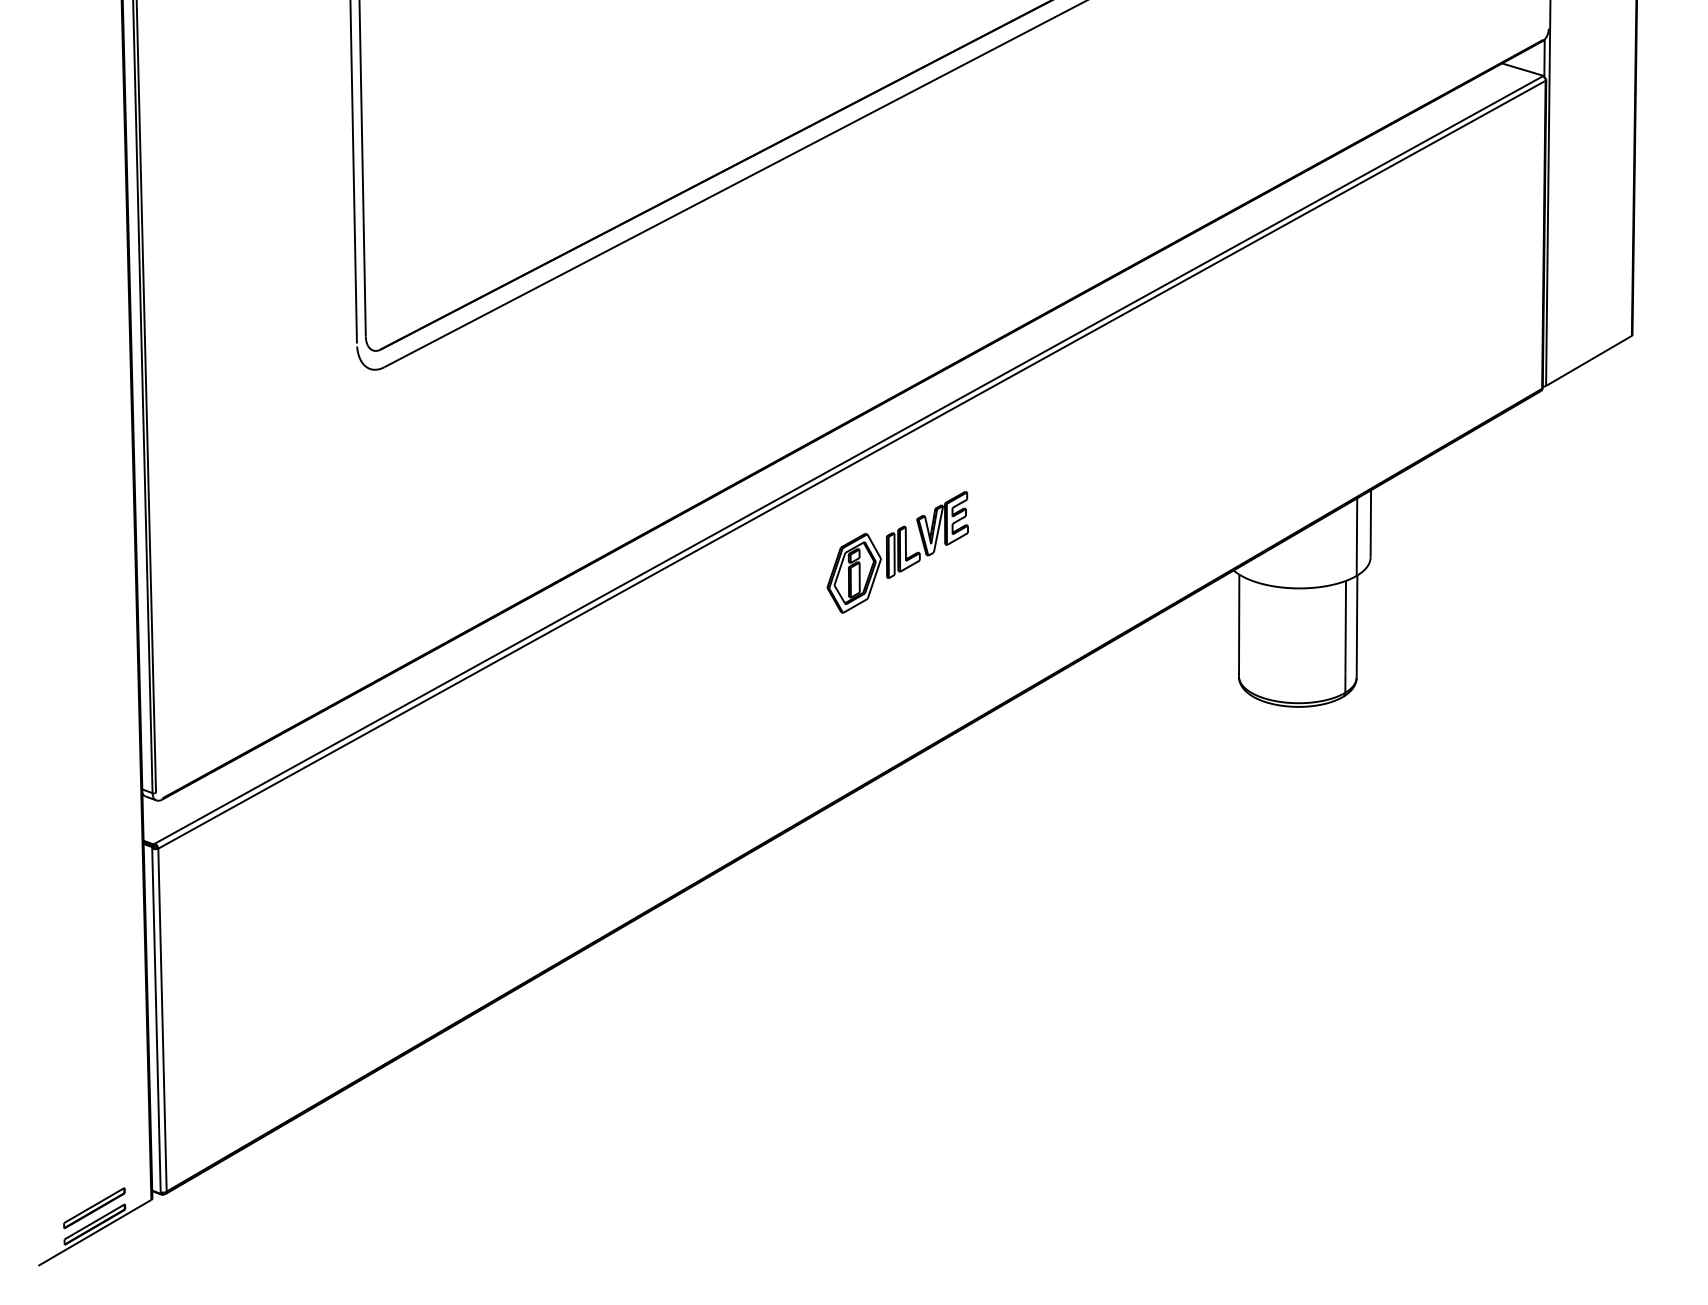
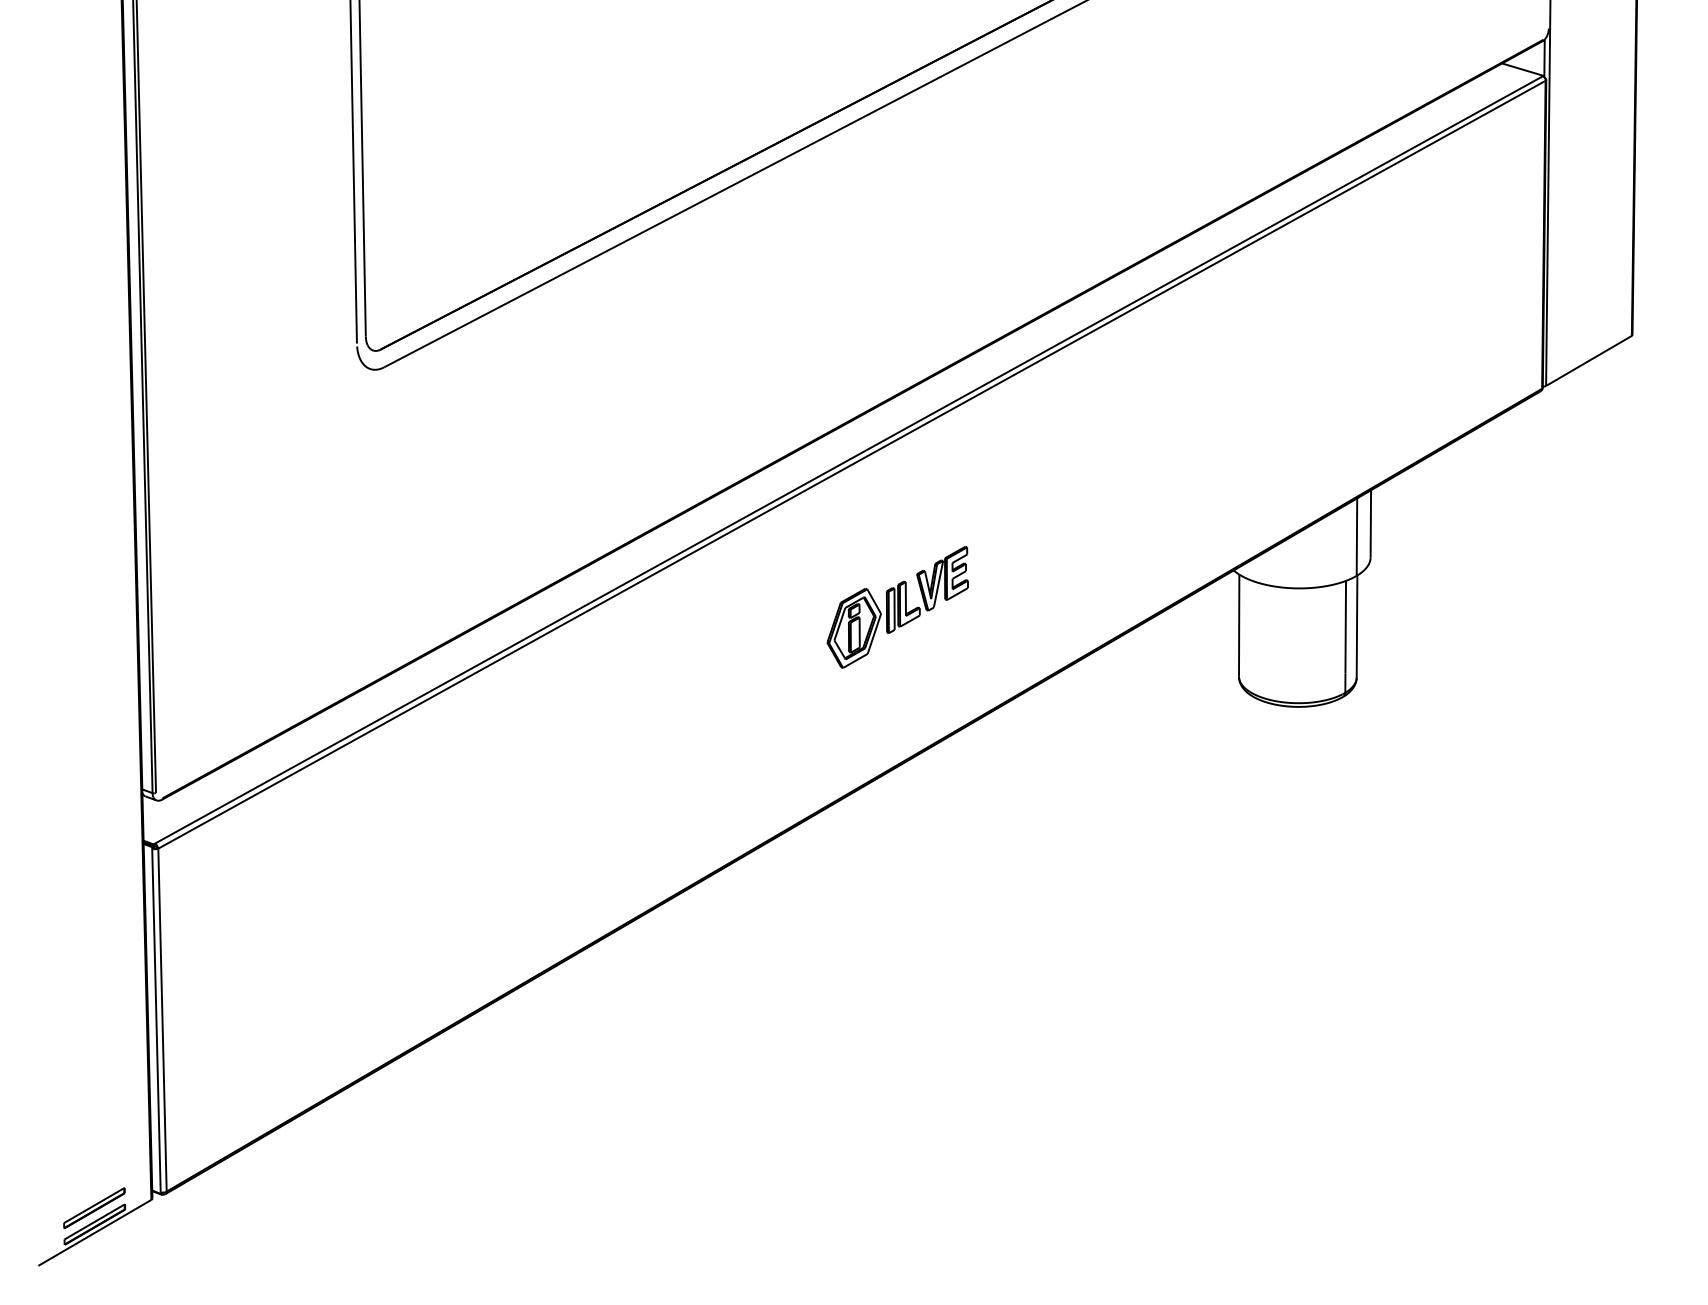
part at (897, 552) position: (897, 552) -> (897, 607)
